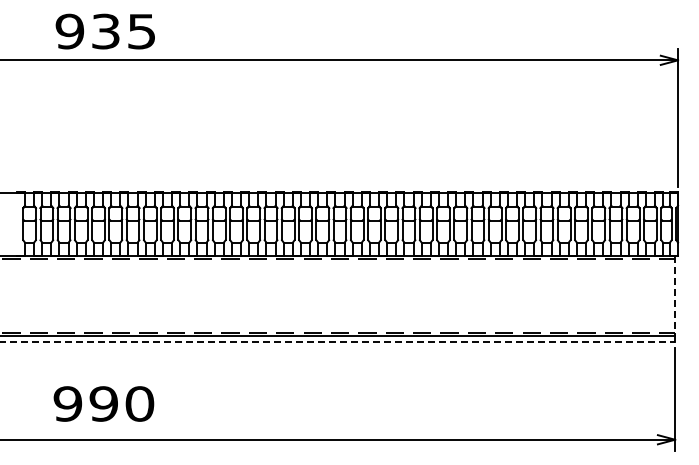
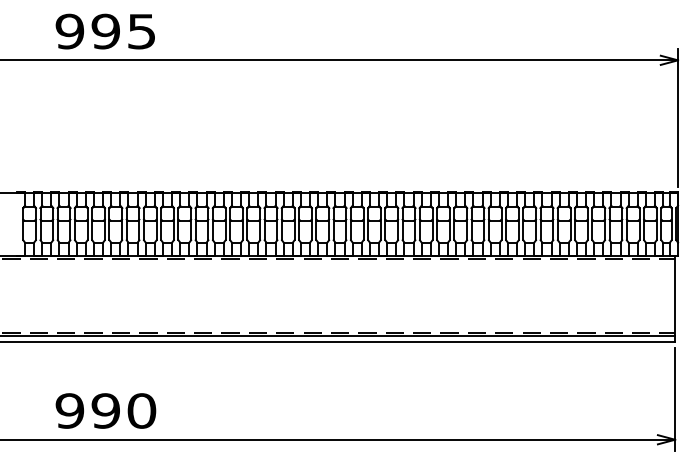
text at (105, 31): 935 -> 995
line at (675, 296): dashed -> solid
line at (338, 342): dashed -> solid
text at (103, 403) position: (103, 403) -> (105, 410)
